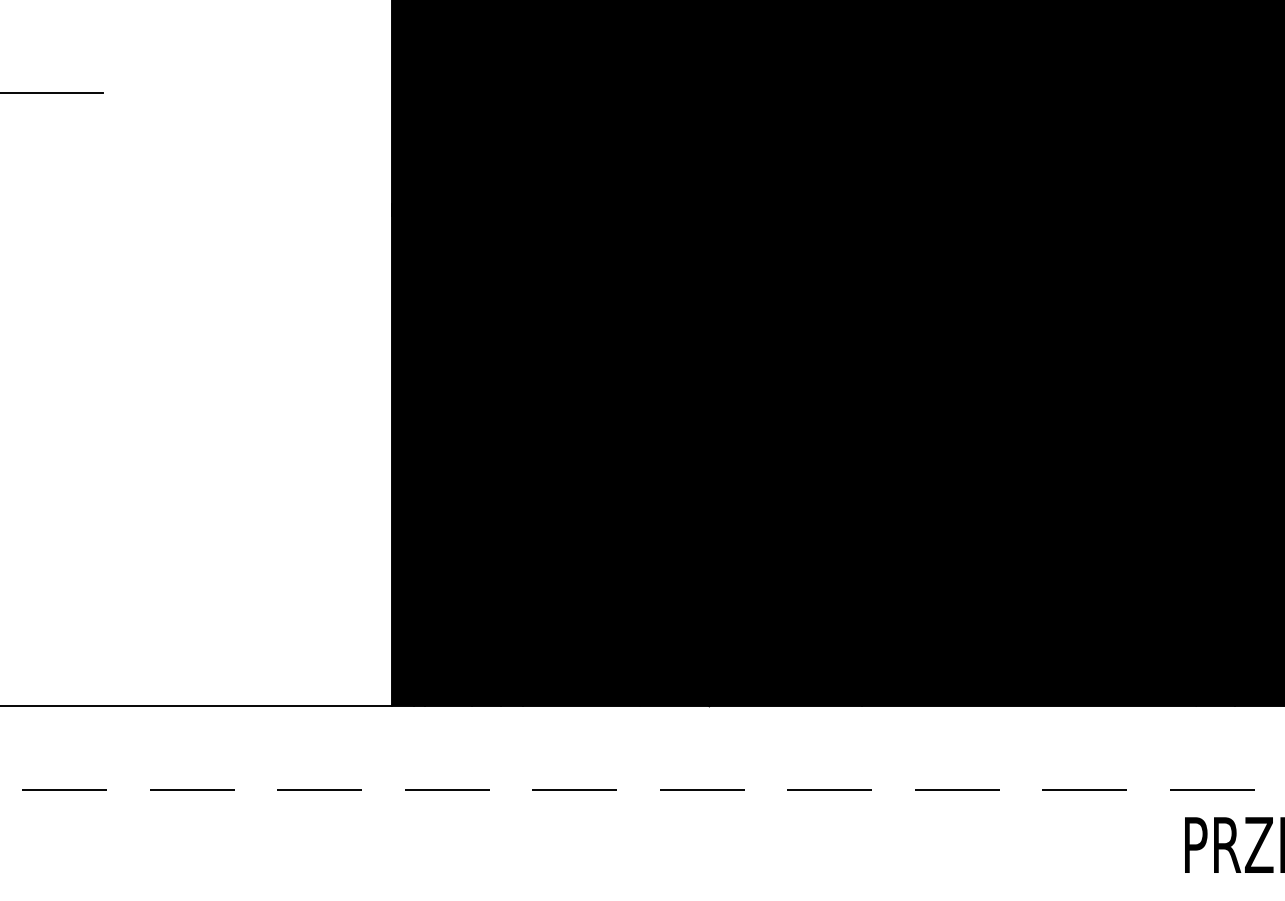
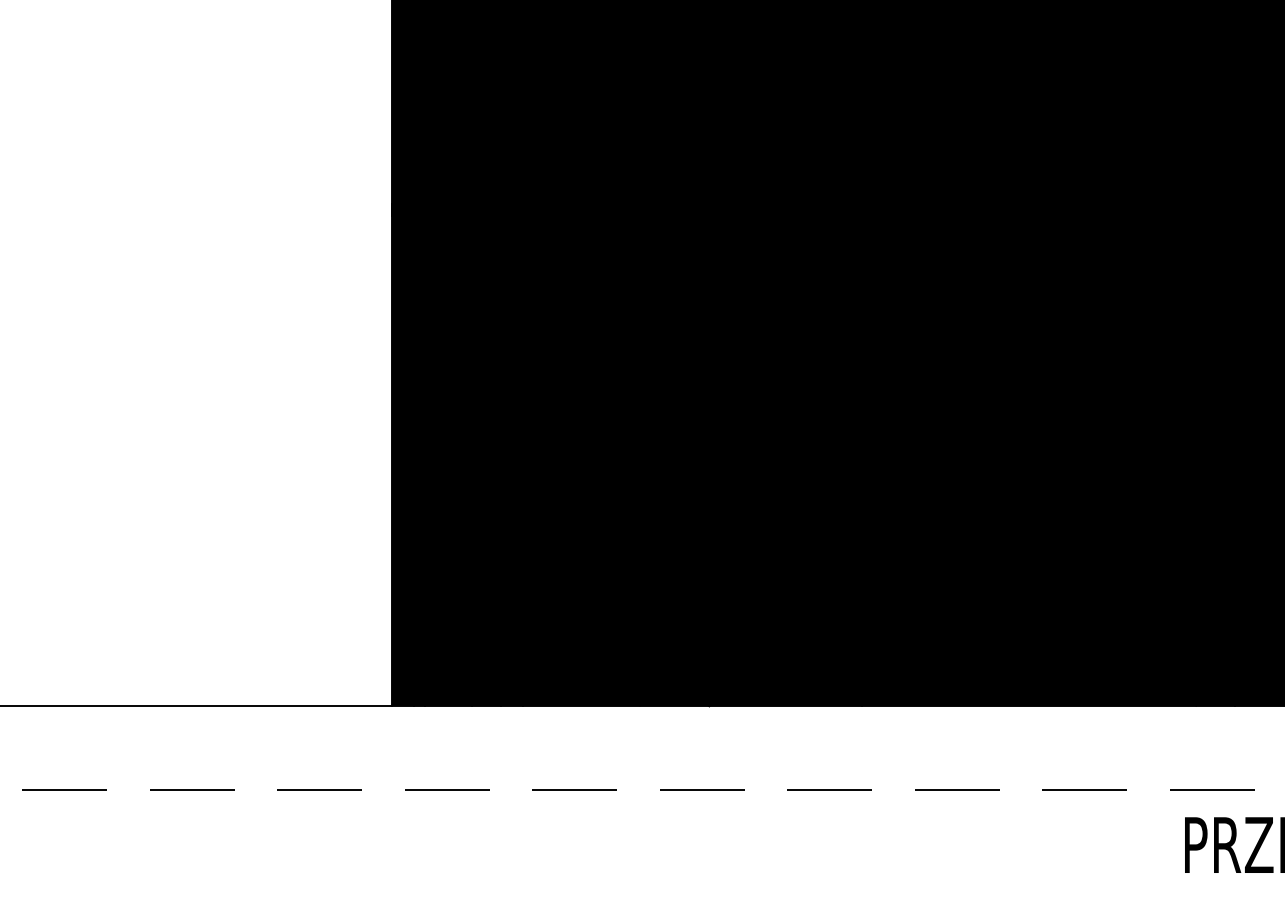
line at (52, 92): present -> none
